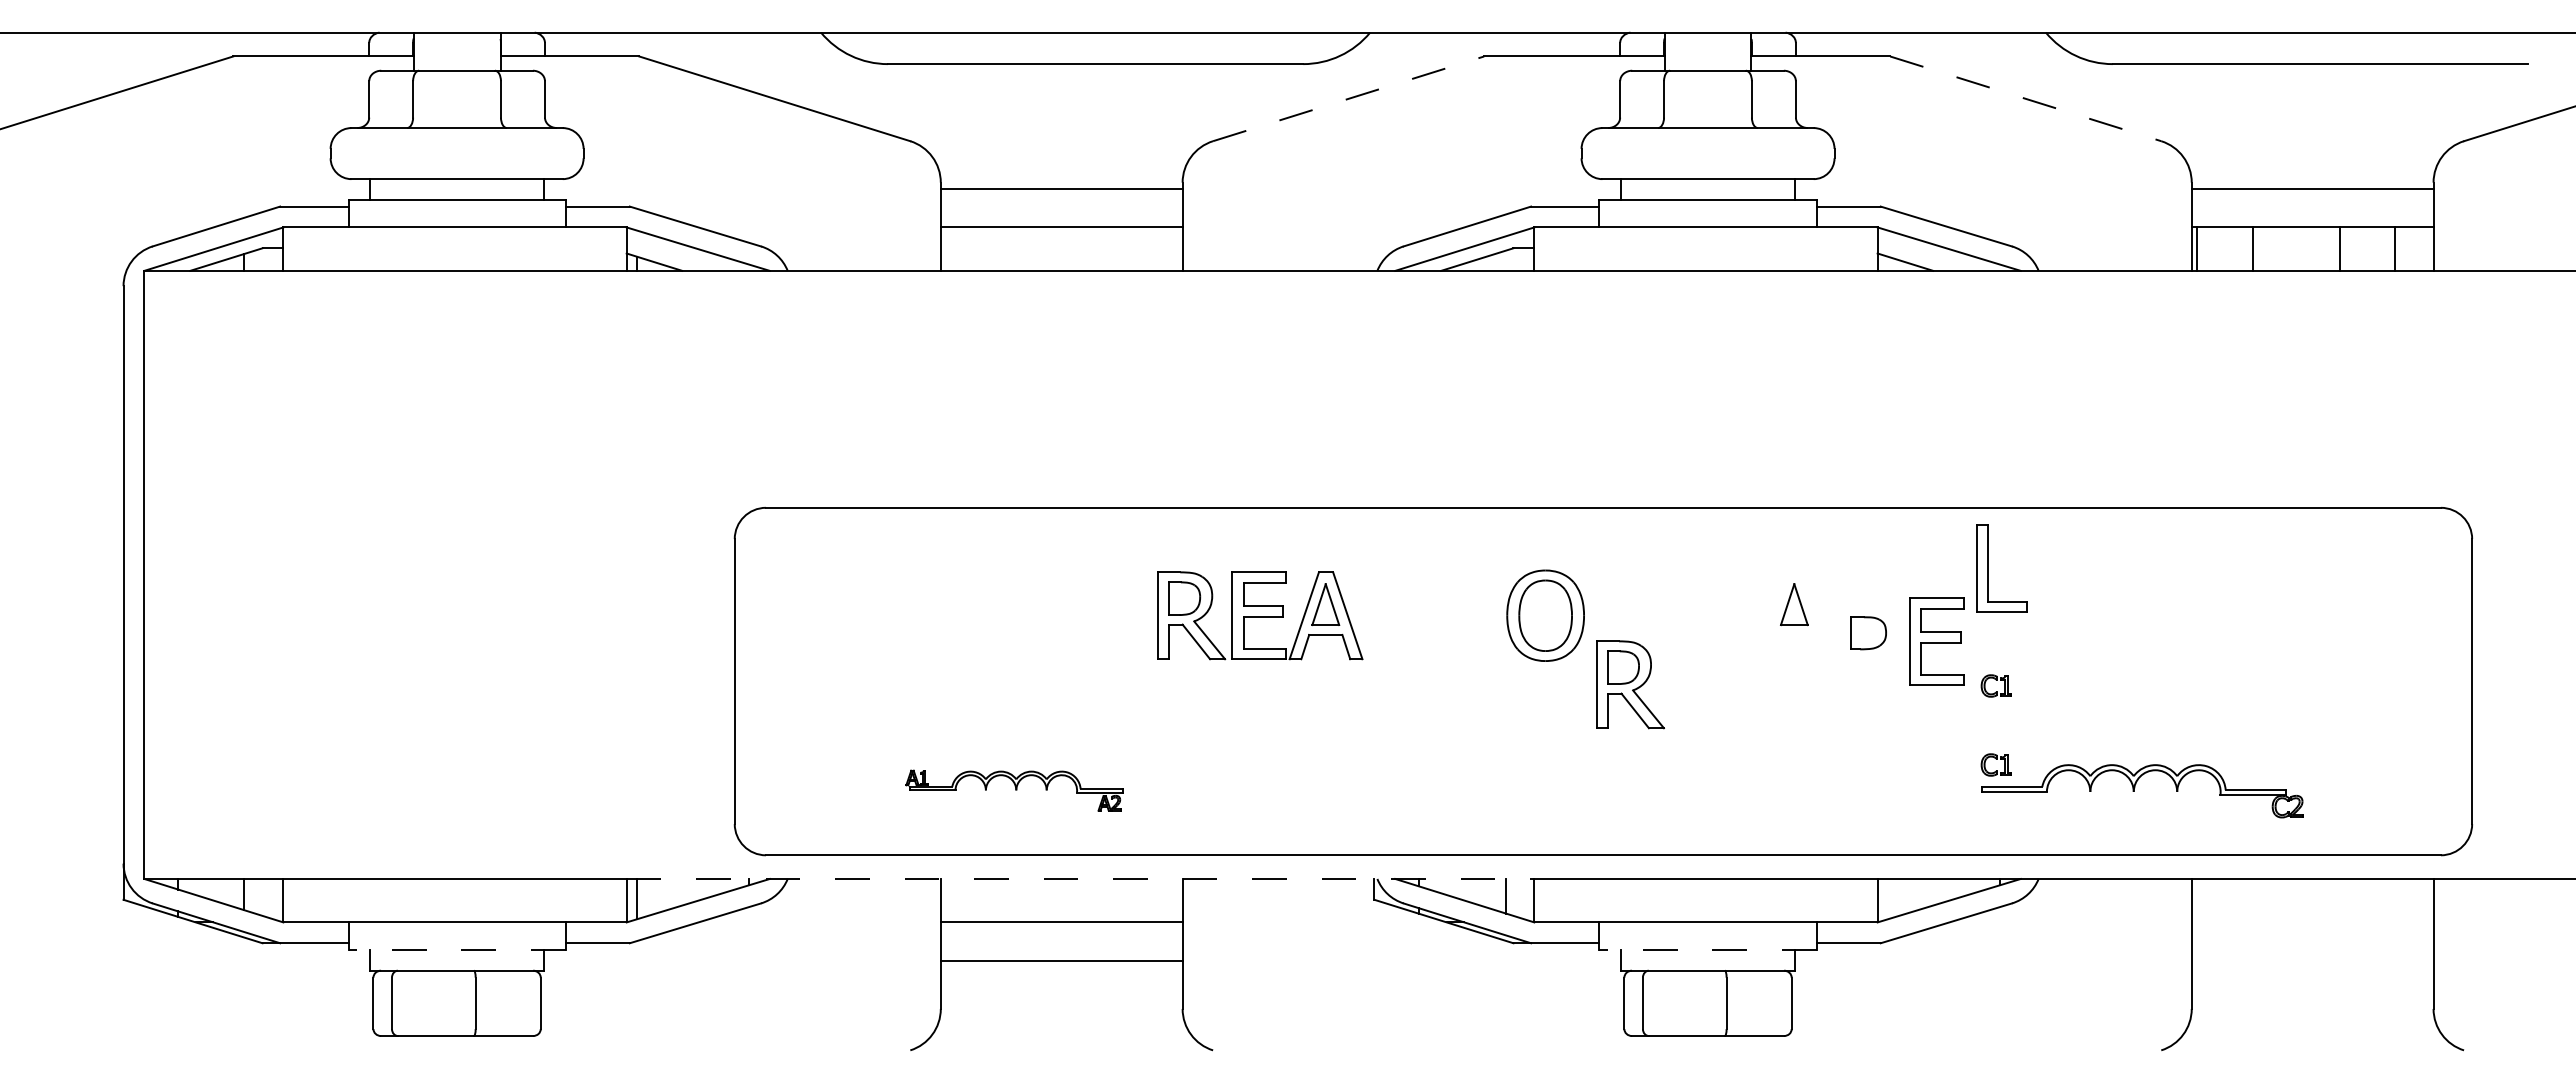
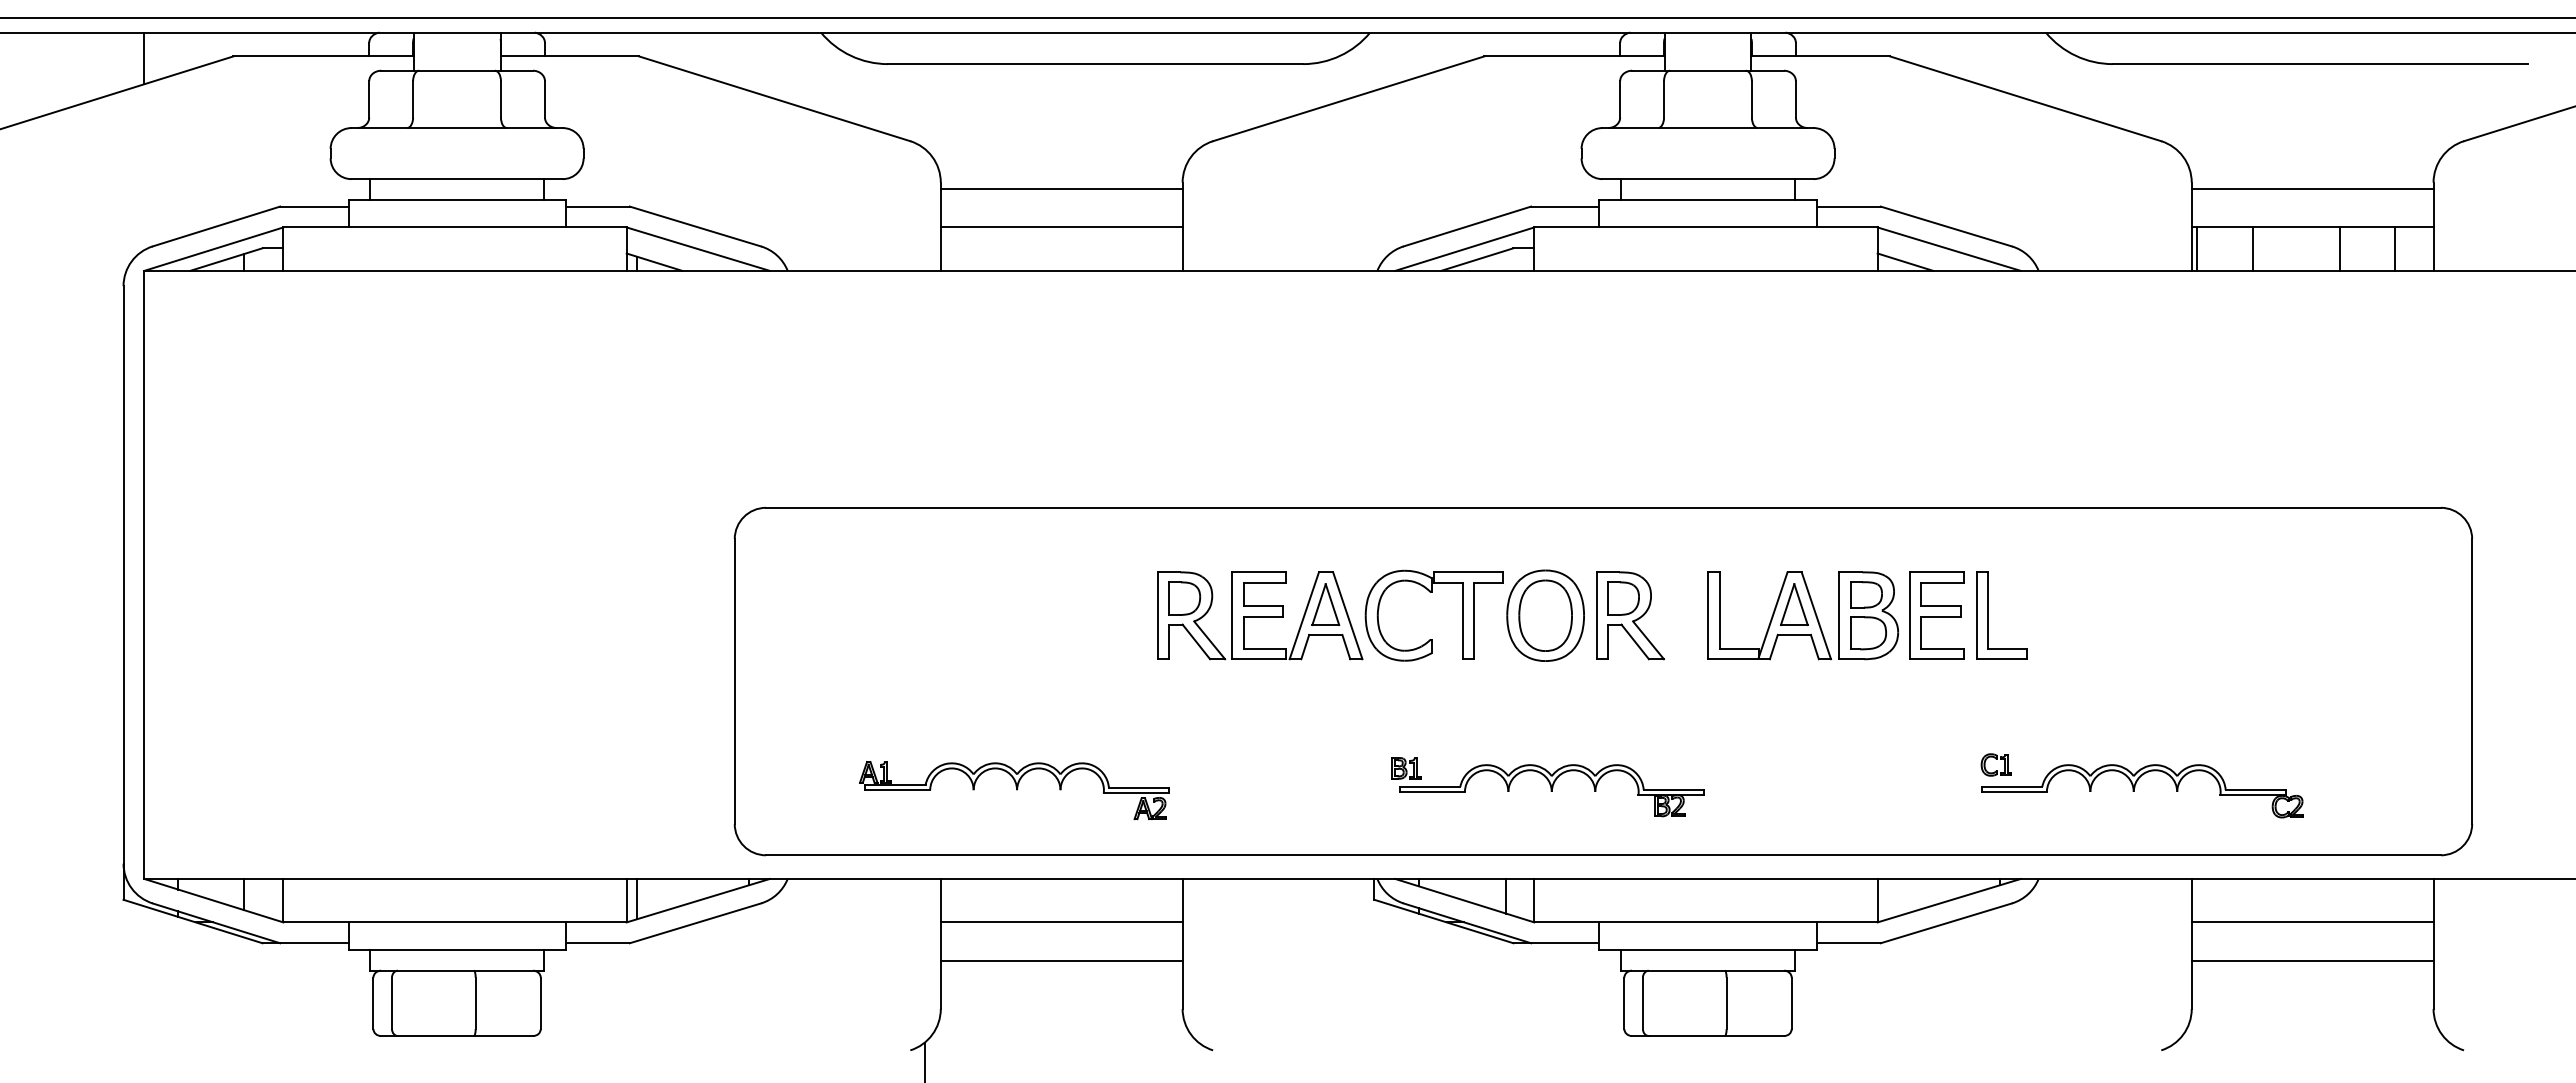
line at (1287, 18): none -> present
line at (144, 58): none -> present
line at (1348, 98): dashed -> solid
line at (2025, 98): dashed -> solid
part at (1988, 568) position: (1988, 568) -> (1988, 615)
part at (1432, 592): none -> present
part at (1802, 615): none -> present
part at (1936, 641) position: (1936, 641) -> (1936, 615)
part at (1630, 684) position: (1630, 684) -> (1630, 615)
part at (1995, 685): present -> none
part at (1547, 787): none -> present
part at (1014, 790) size: 219x43 px -> 311x60 px
line at (1080, 878): dashed -> solid
line at (2312, 922): none -> present
line at (457, 950): dashed -> solid
line at (1708, 950): dashed -> solid
line at (2312, 960): none -> present
line at (924, 1060): none -> present
